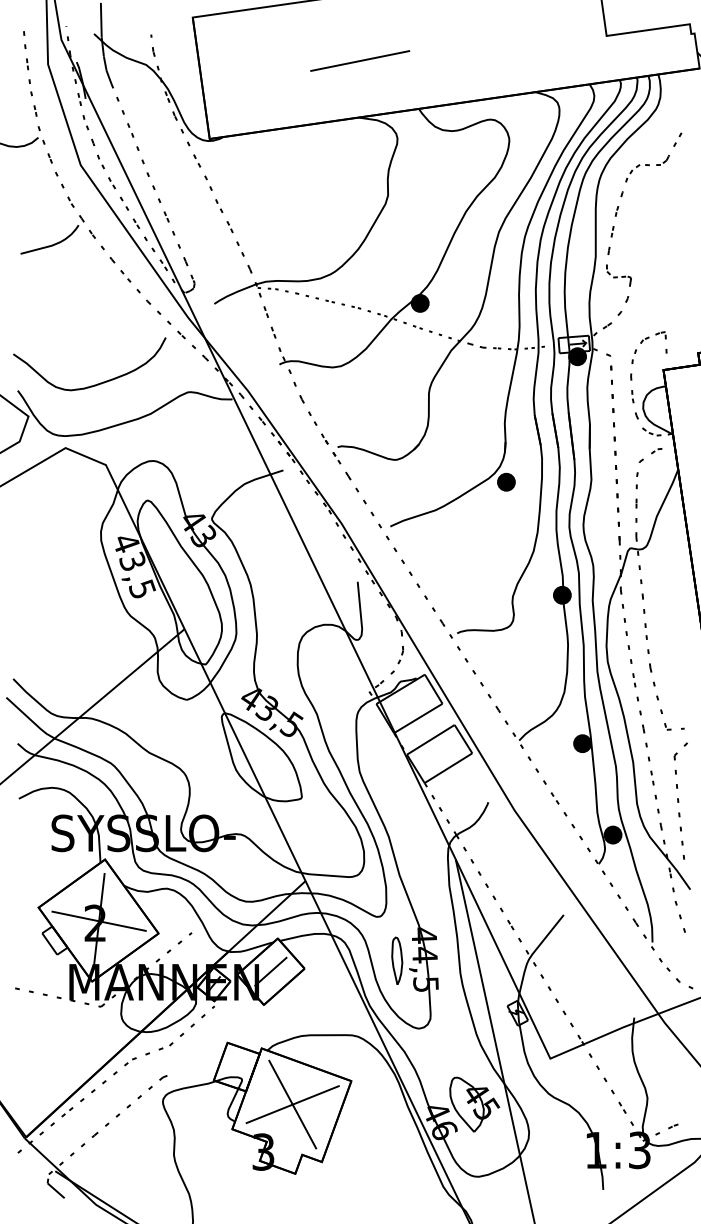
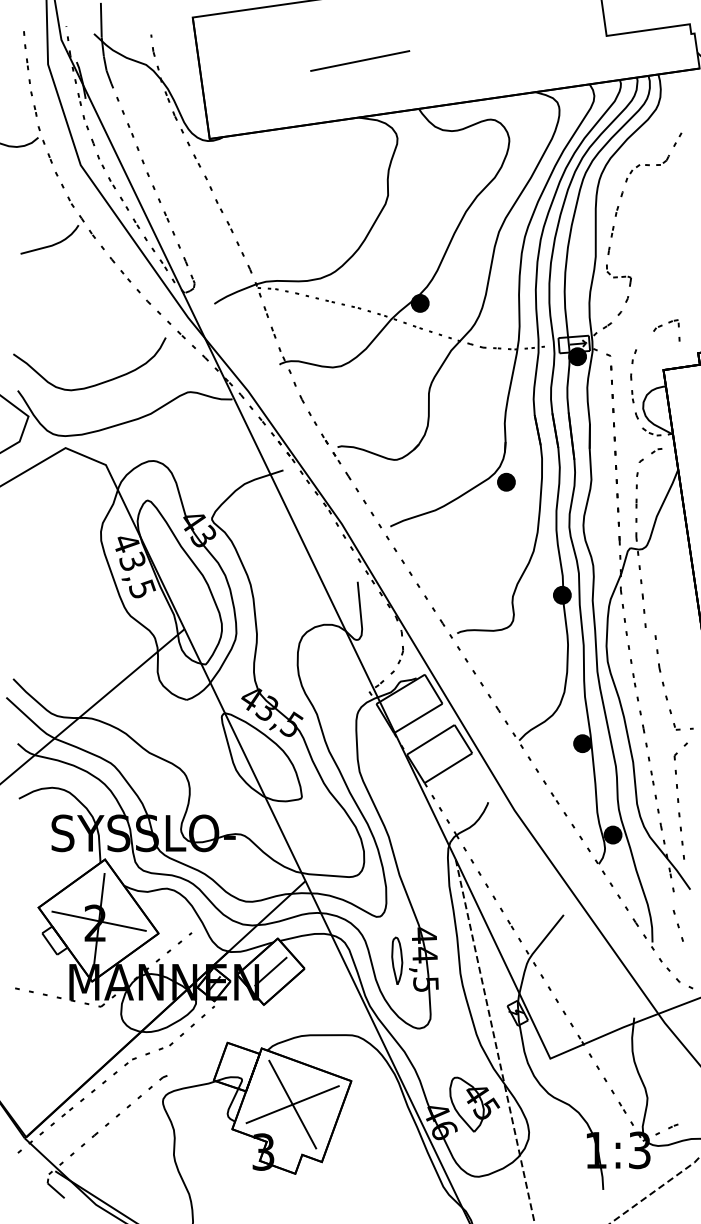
part at (653, 342) position: (653, 342) -> (666, 330)
part at (655, 684) position: (655, 684) -> (664, 684)
line at (679, 916) position: (679, 916) -> (677, 925)
line at (507, 1098): solid -> dashed
